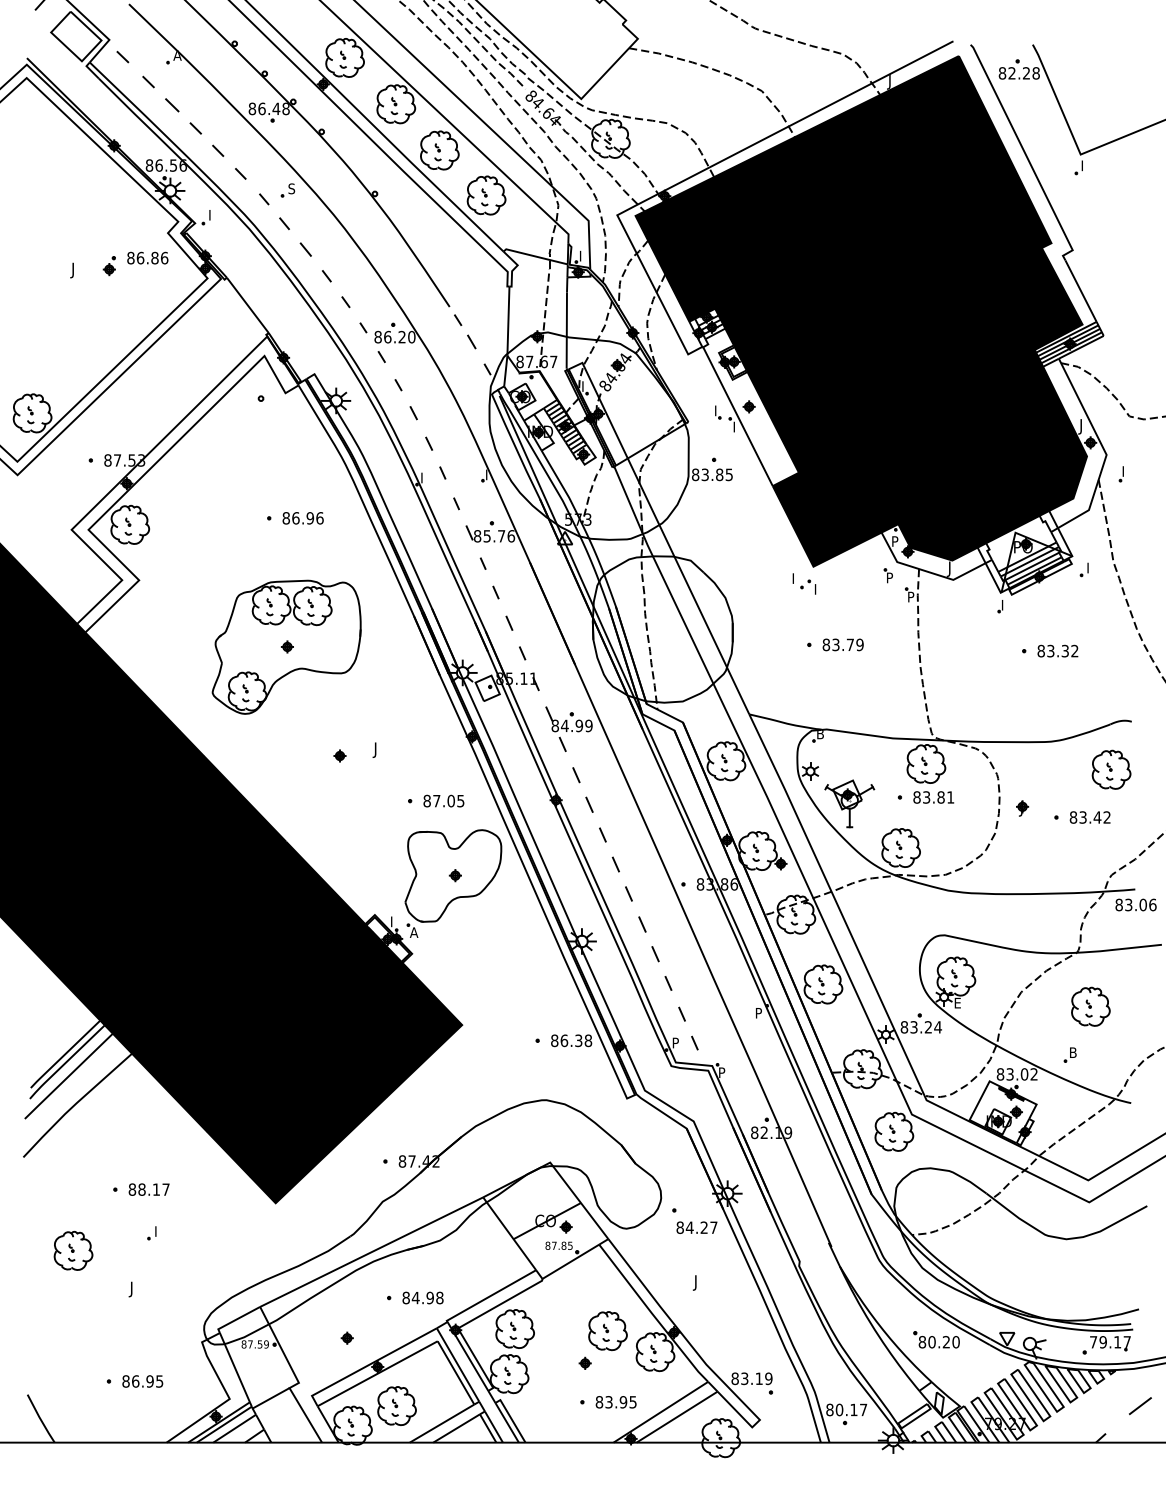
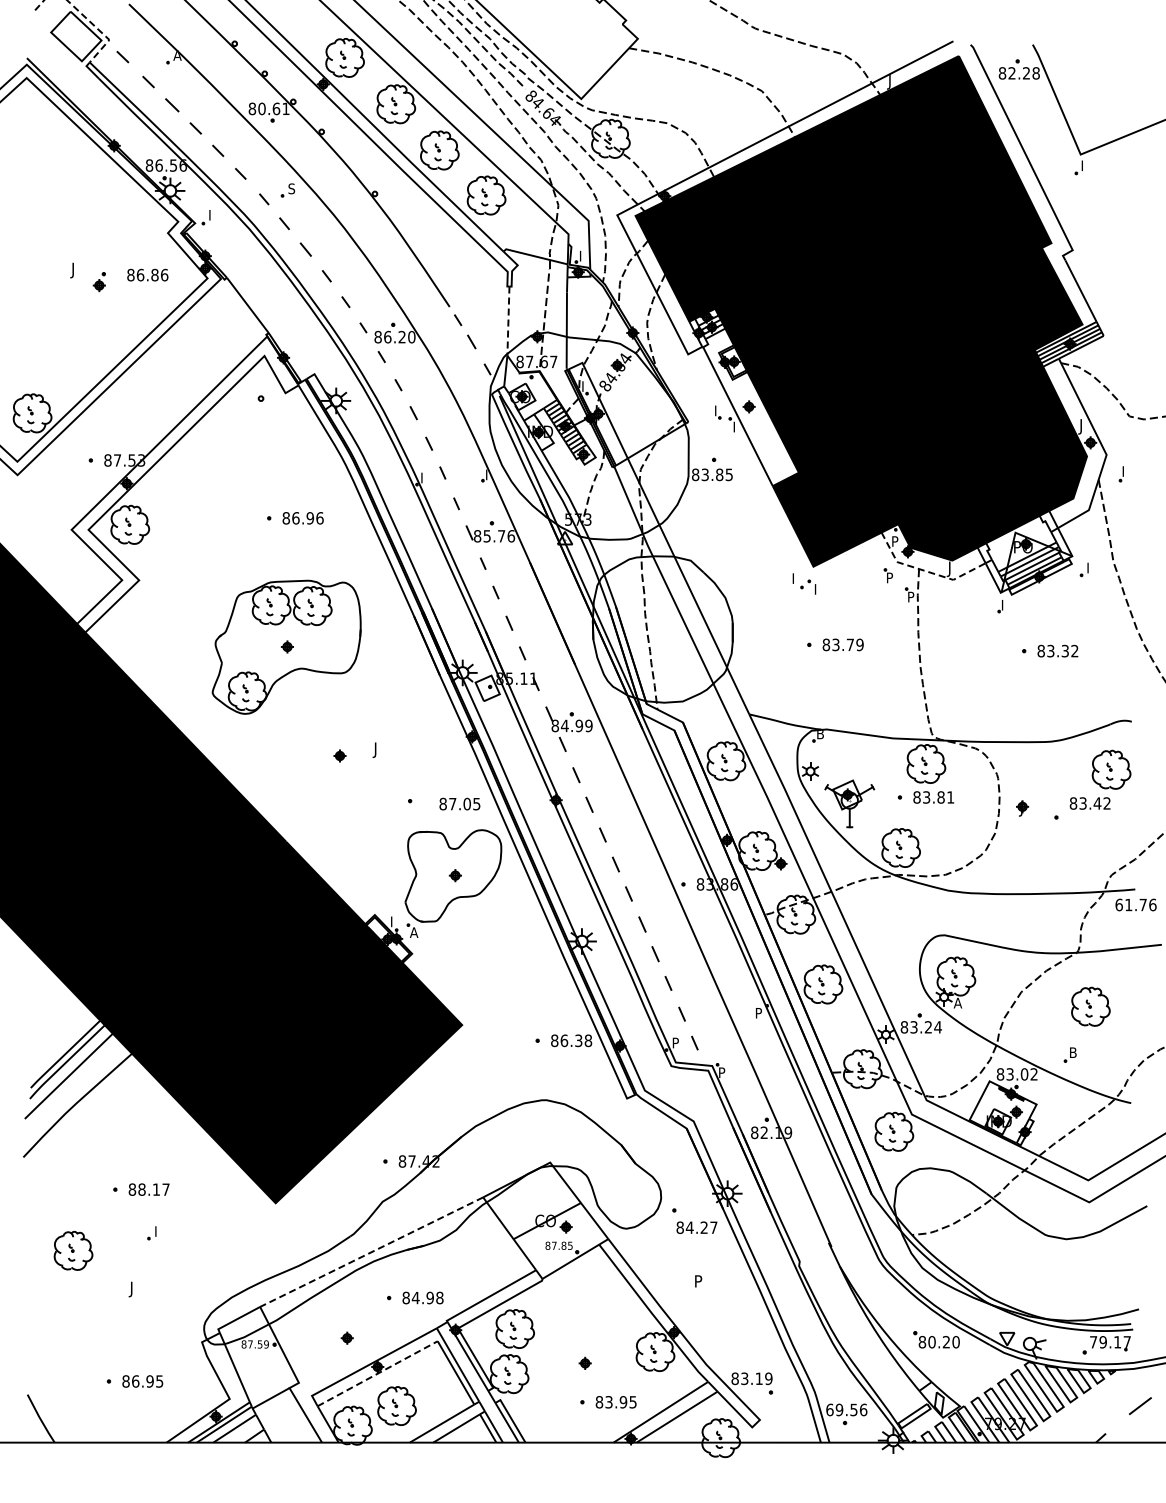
line at (94, 25): solid -> dashed
text at (273, 108): 86.48 -> 80.61
text at (147, 257) position: (147, 257) -> (147, 274)
part at (108, 266) position: (108, 266) -> (98, 282)
line at (508, 321): solid -> dashed
line at (926, 571): solid -> dashed
text at (443, 800) position: (443, 800) -> (459, 803)
text at (1089, 817) position: (1089, 817) -> (1089, 803)
text at (1130, 904): 83.06 -> 61.76
text at (957, 1002): E -> A
line at (371, 1252): solid -> dashed
text at (697, 1282): J -> P
part at (607, 1331): present -> none
line at (378, 1373): solid -> dashed
text at (846, 1409): 80.17 -> 69.56
